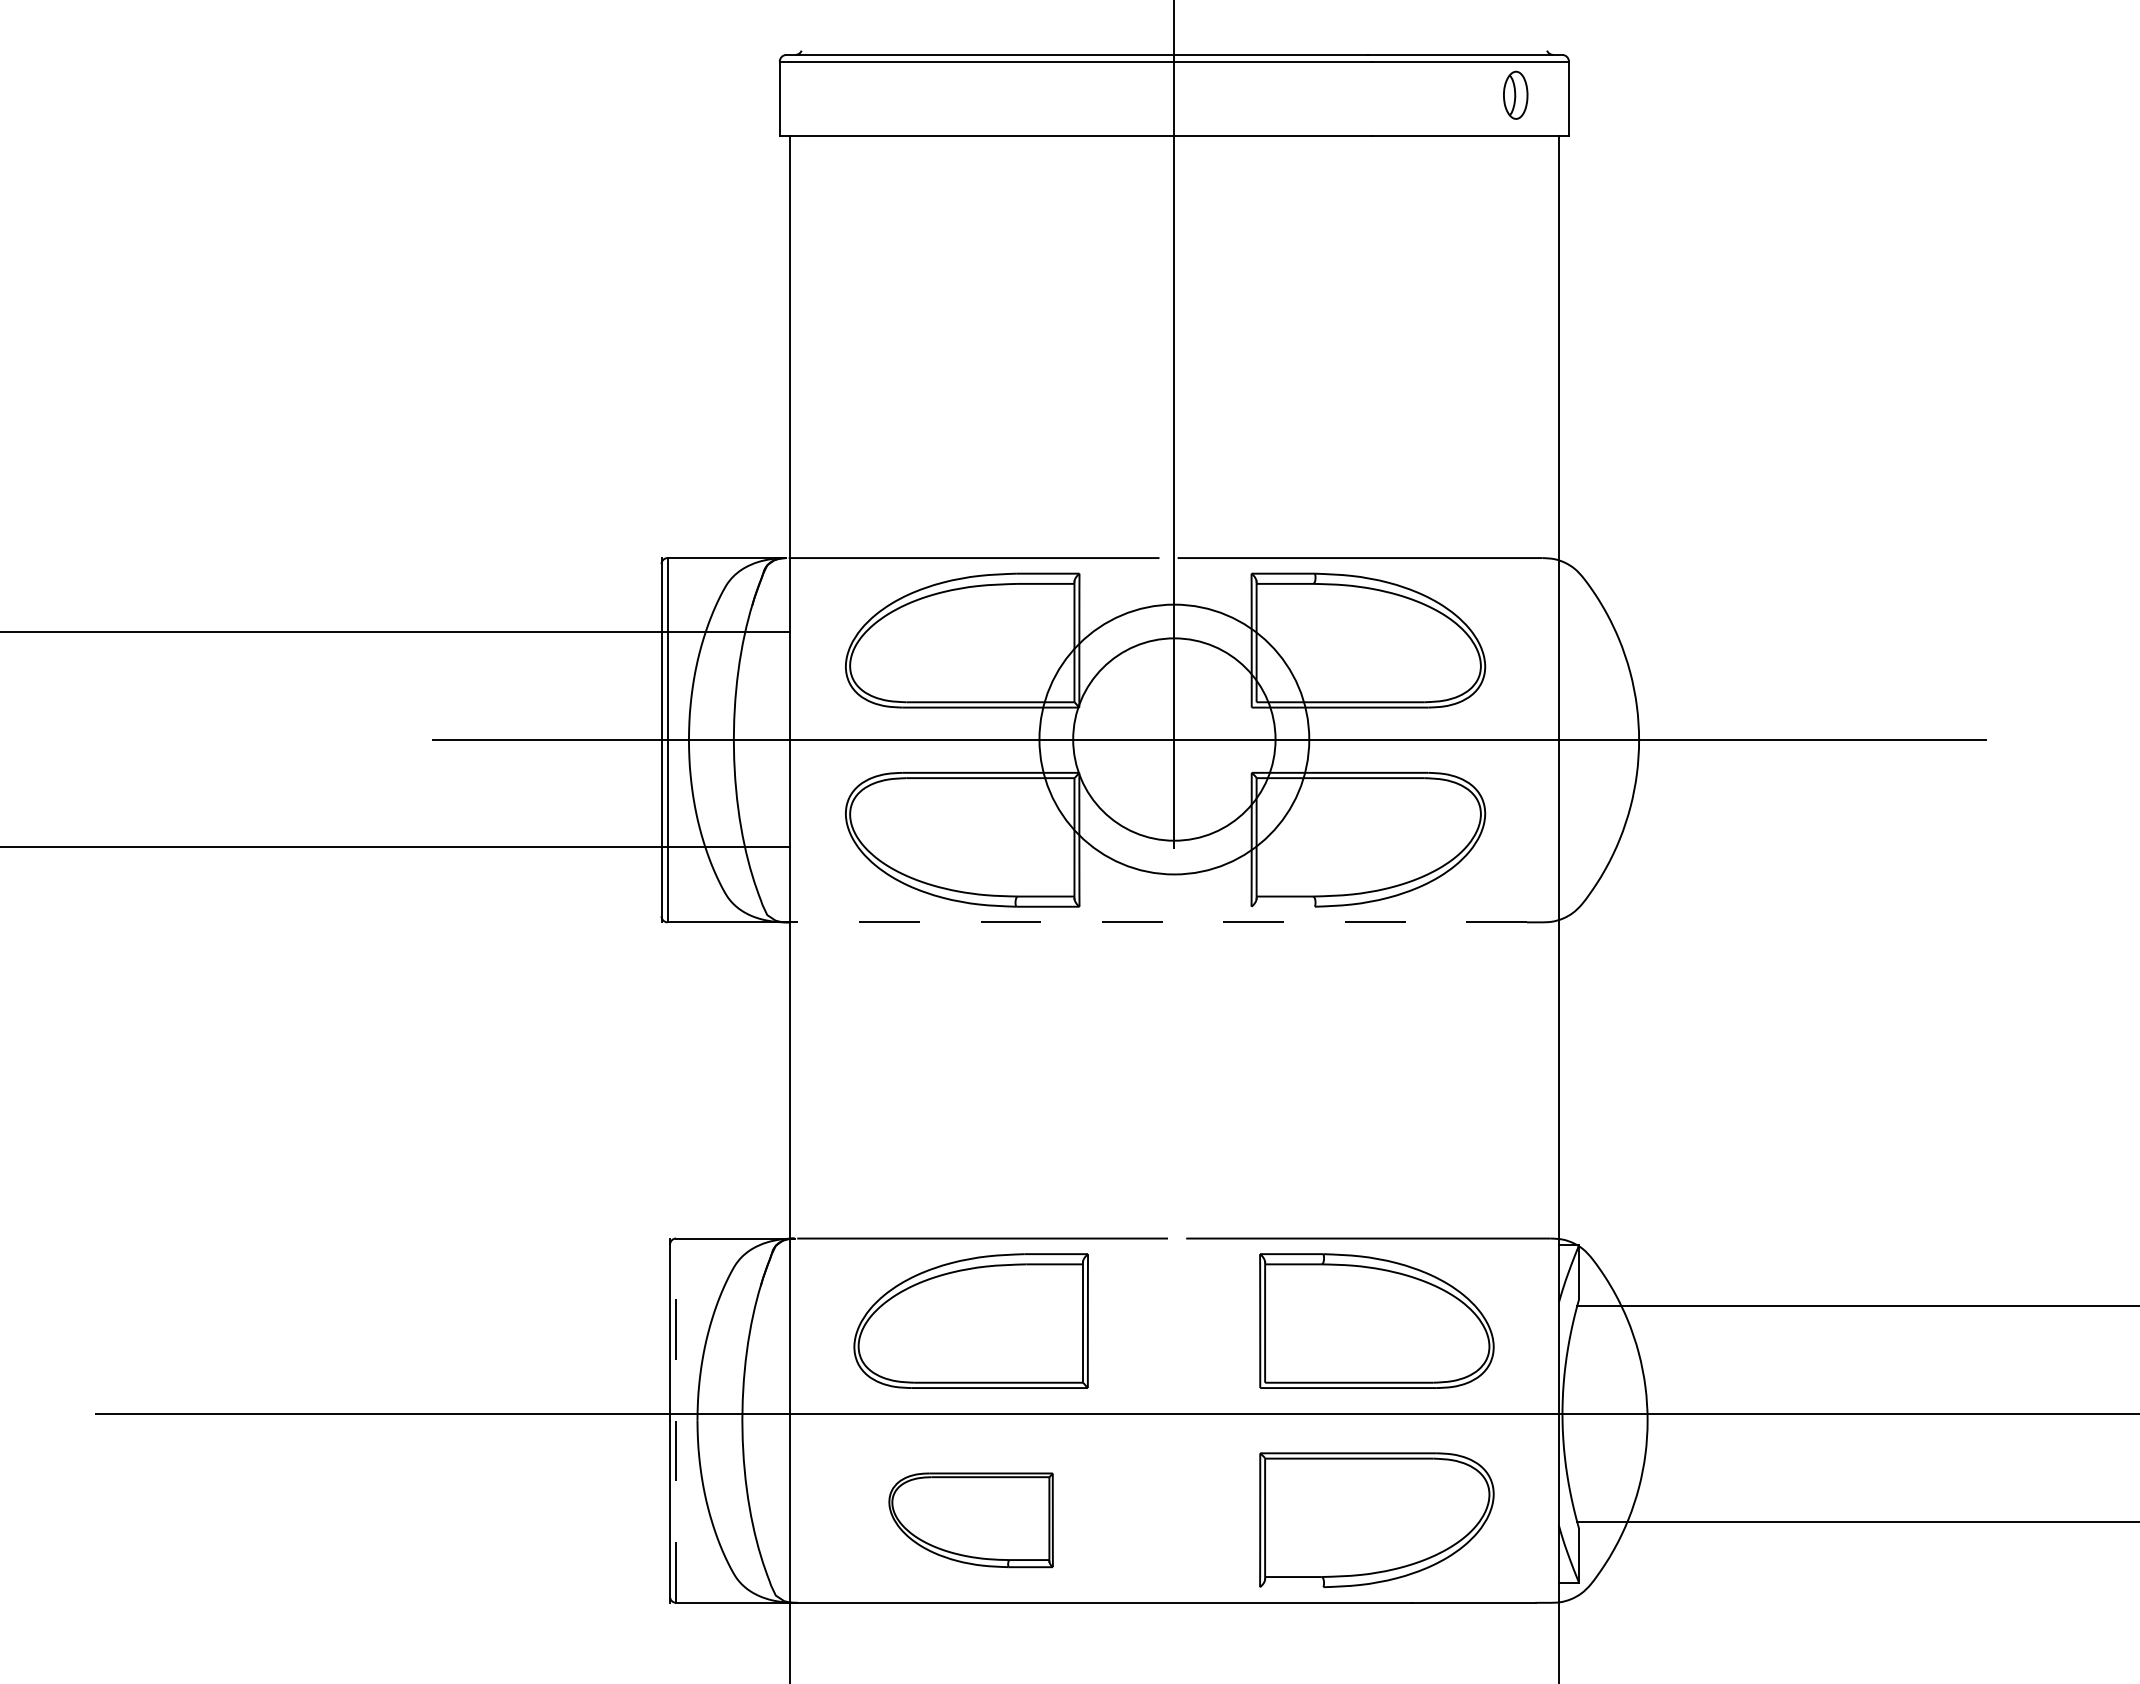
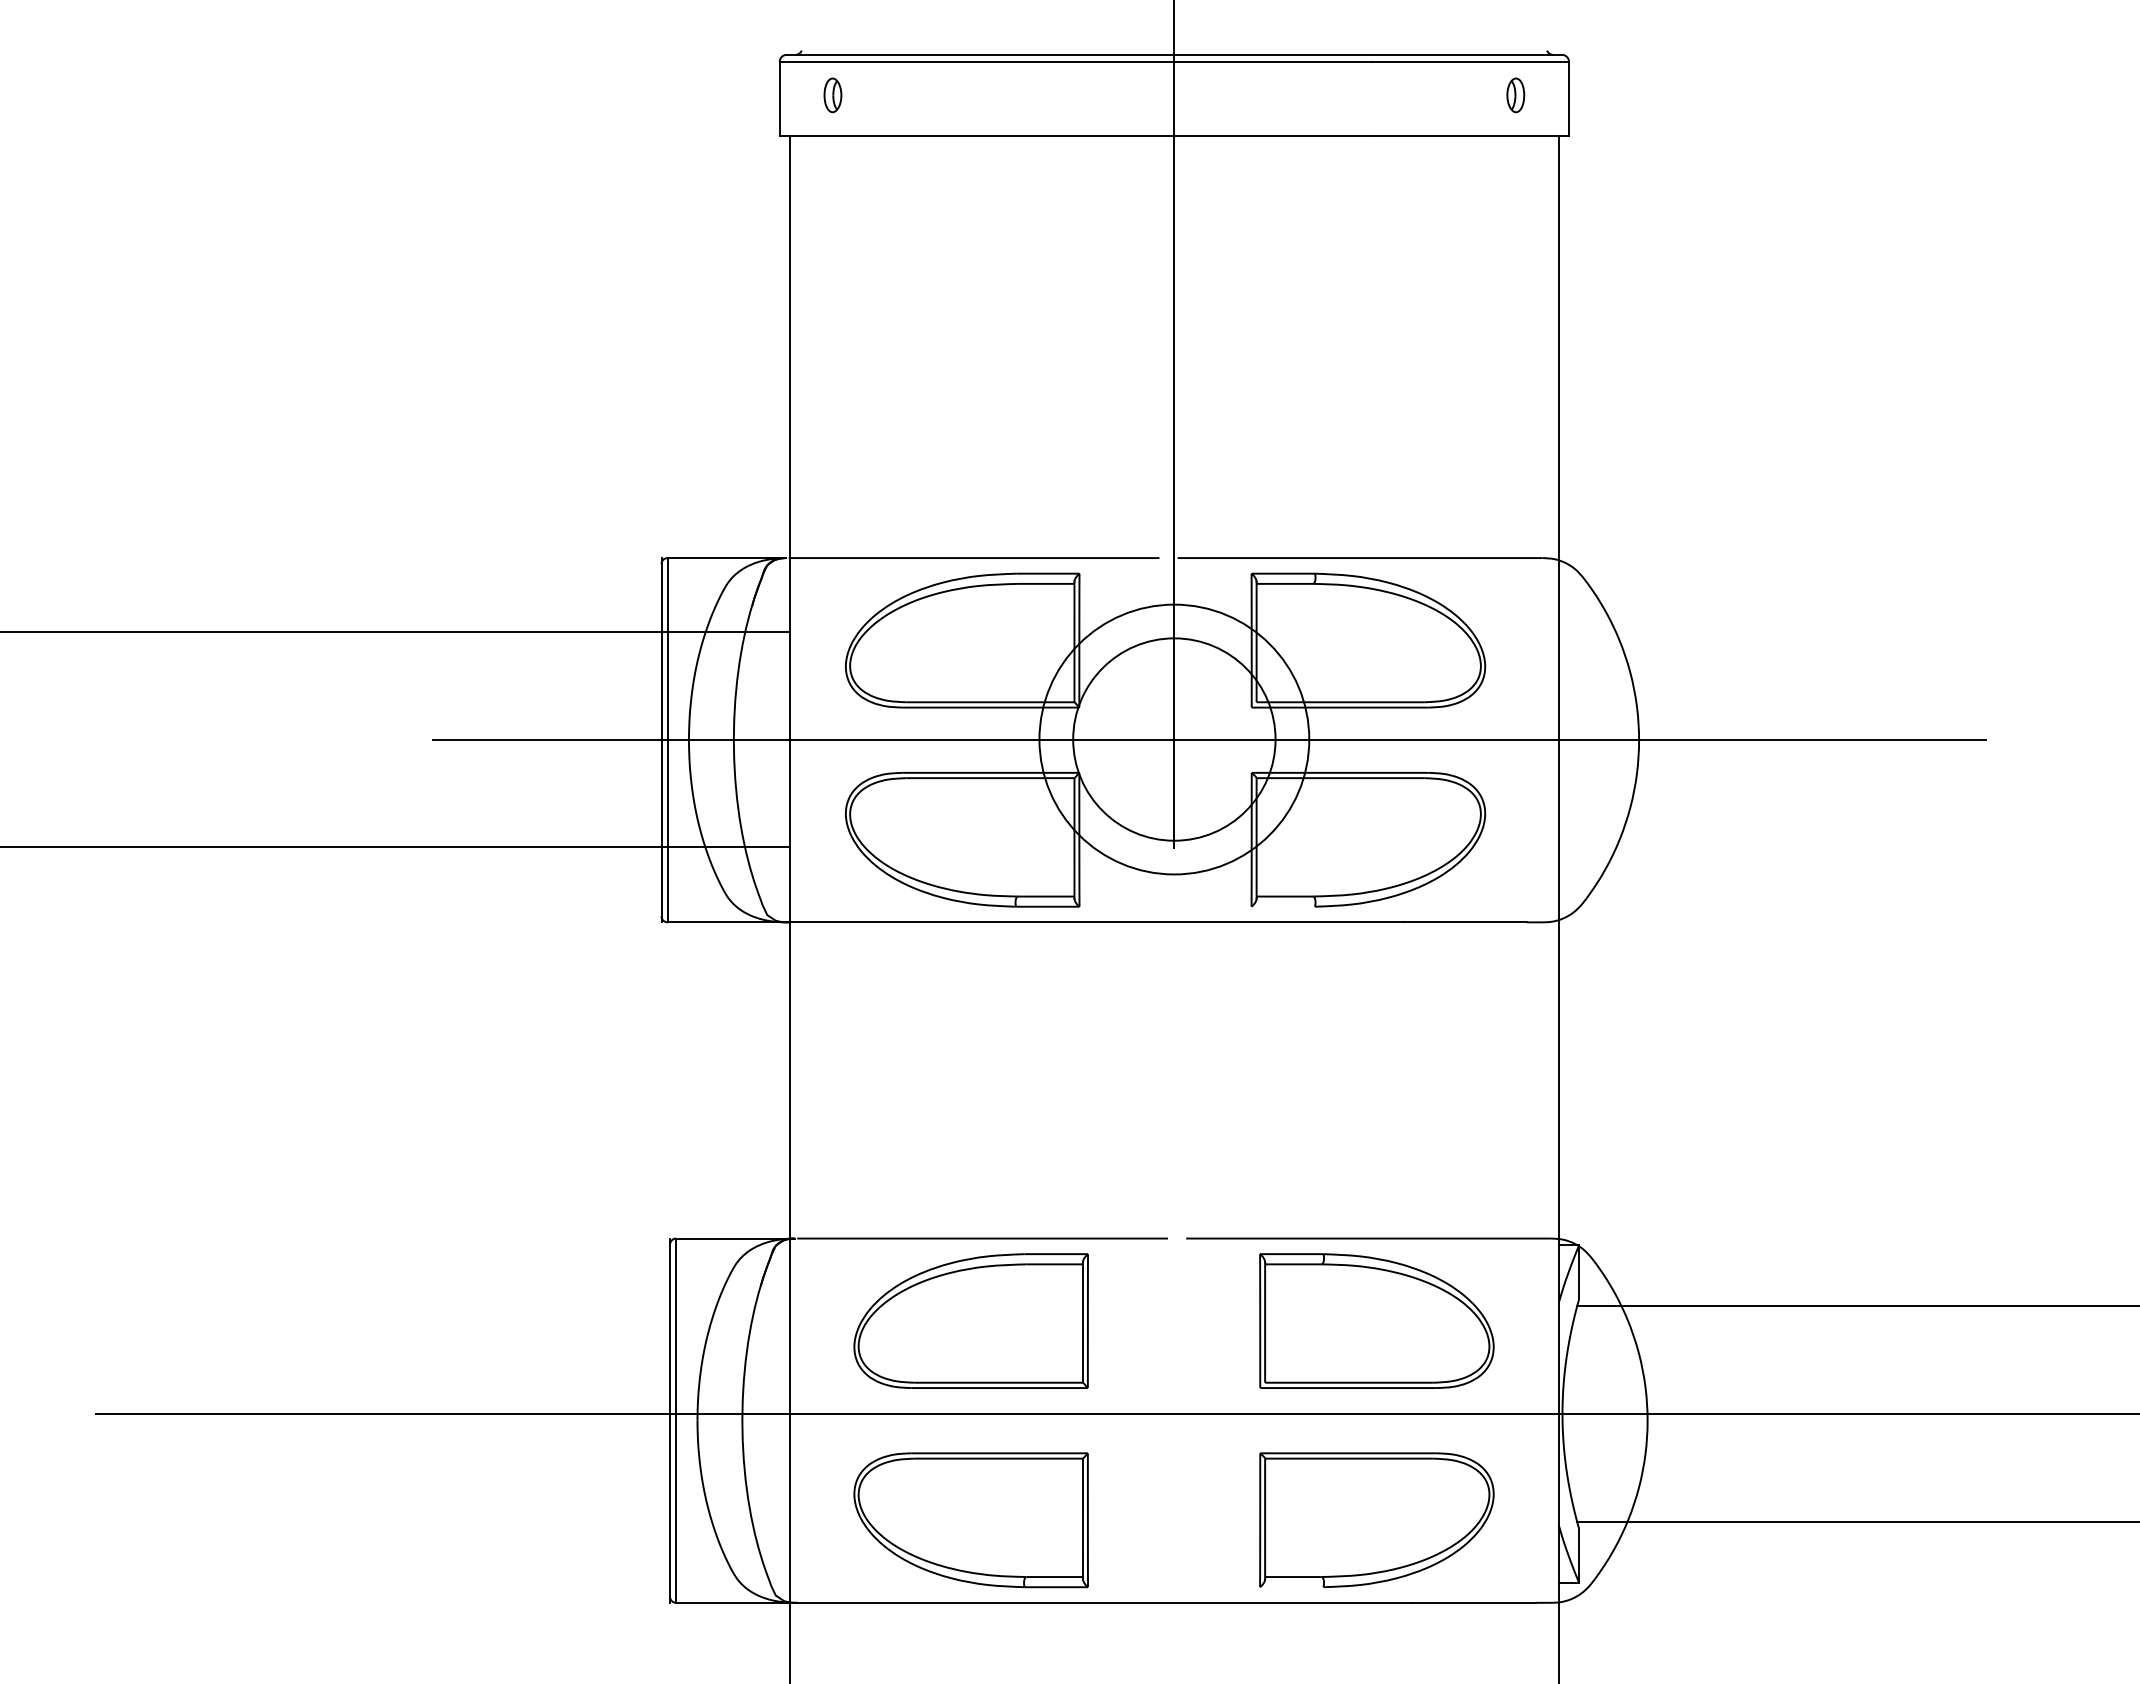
part at (1515, 94) size: 26x50 px -> 20x37 px
part at (832, 95): none -> present
line at (1156, 922): dashed -> solid
line at (676, 1420): dashed -> solid
part at (970, 1520) size: 166x97 px -> 236x137 px
